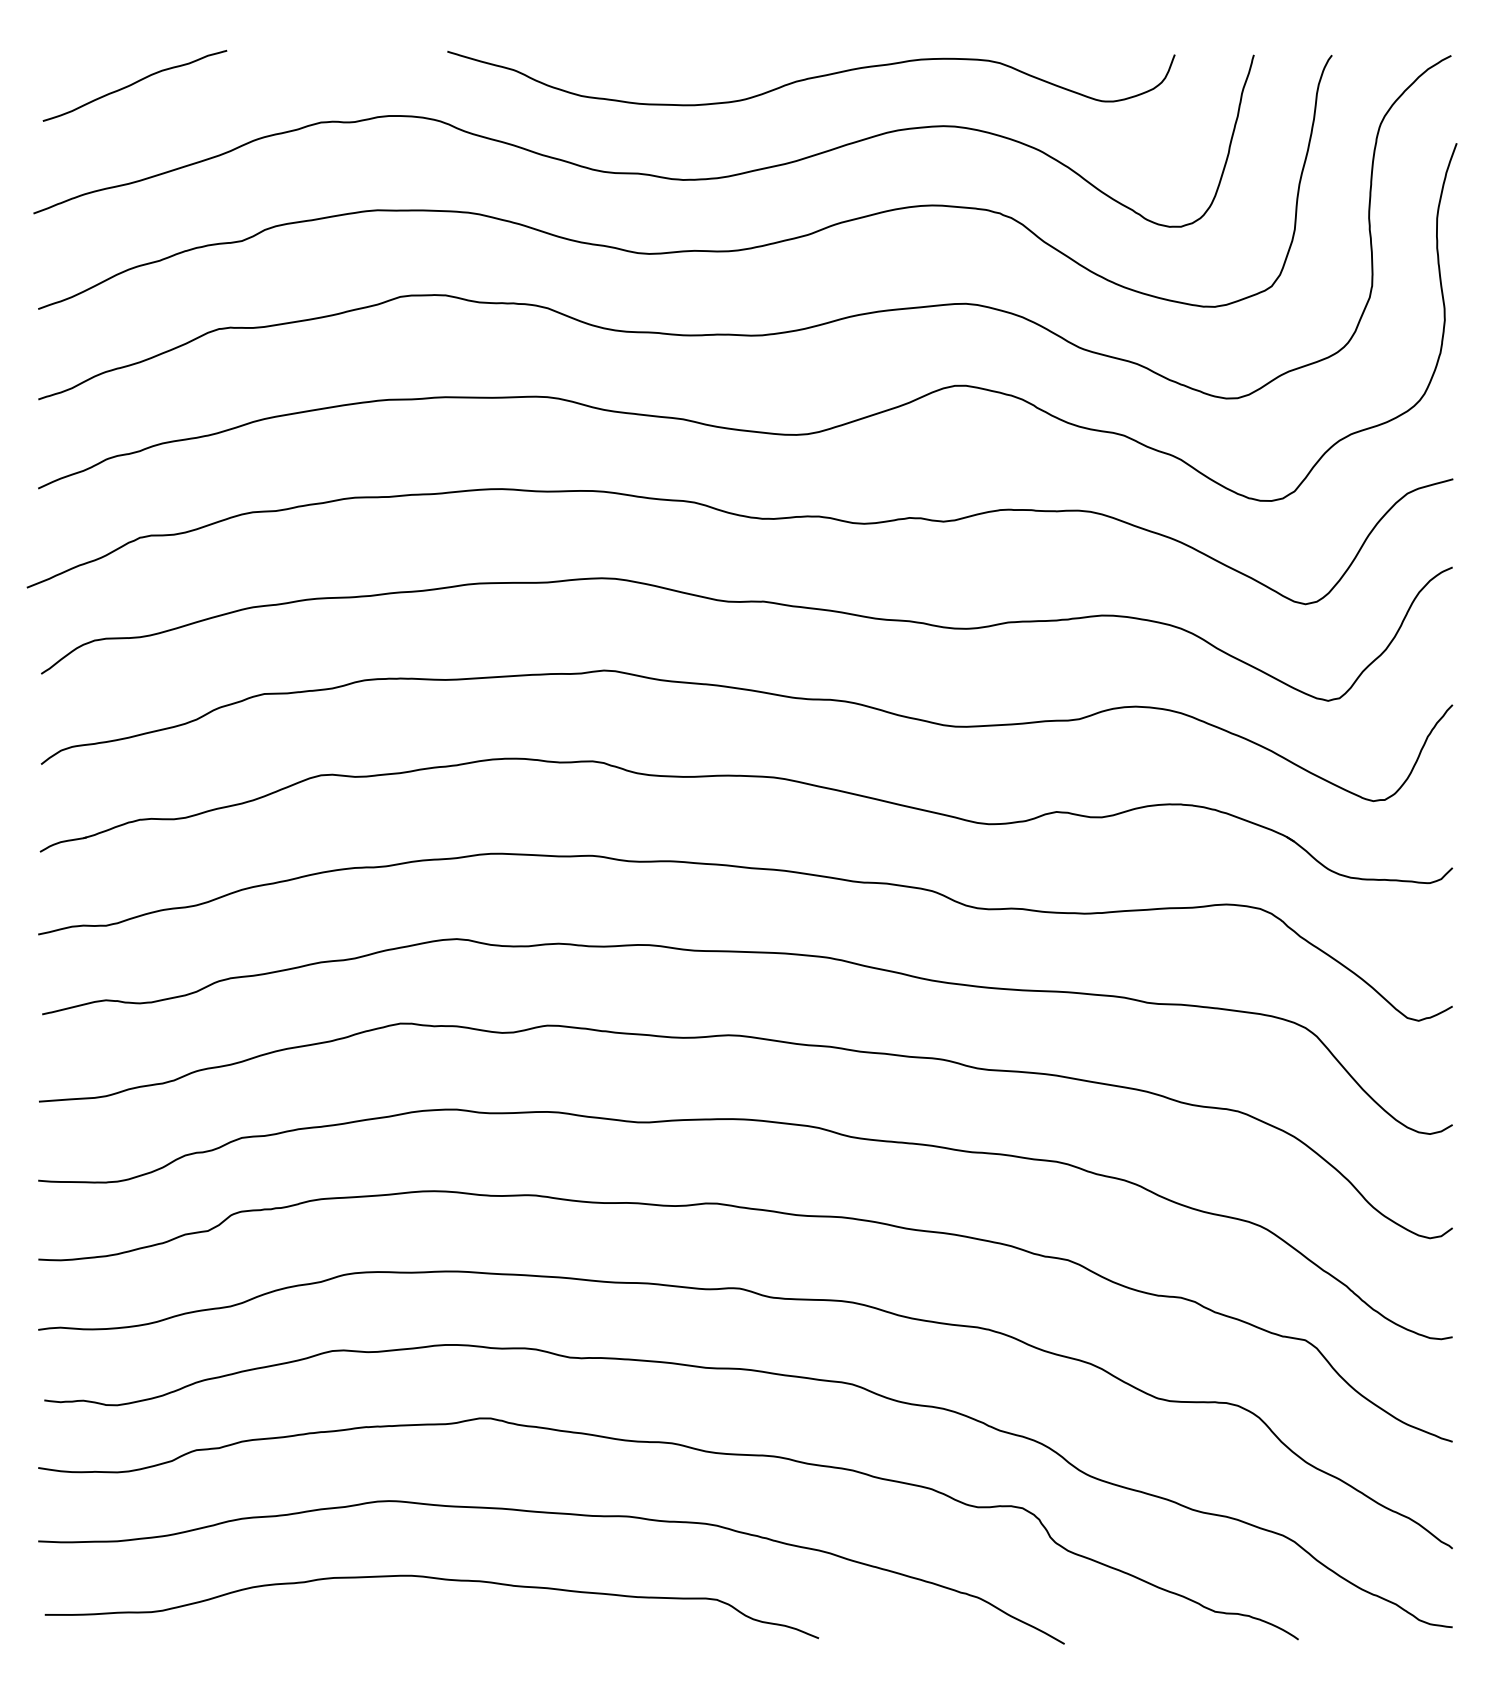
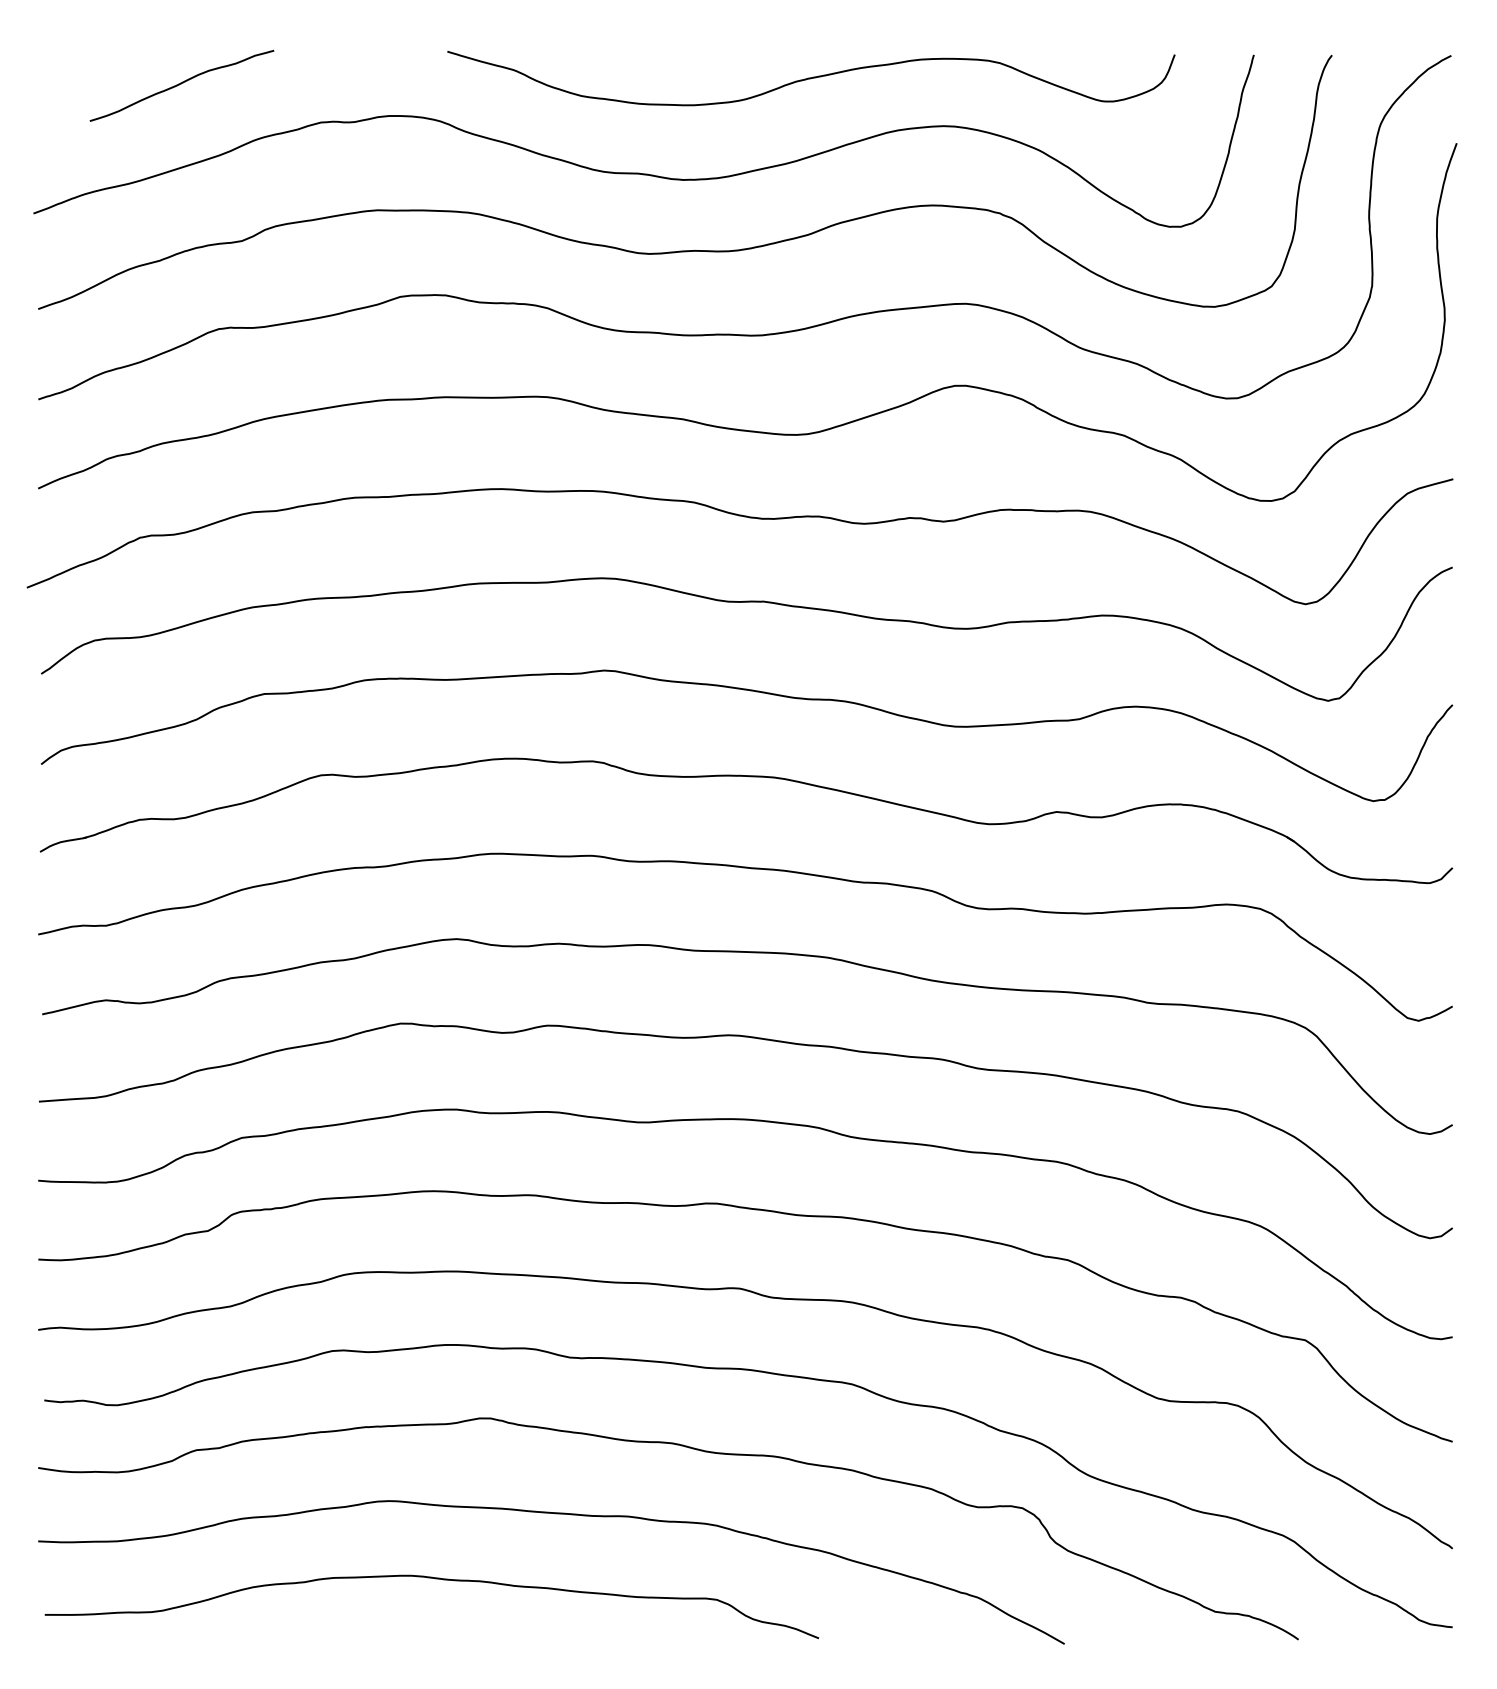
curve at (134, 84) position: (134, 84) -> (181, 84)
